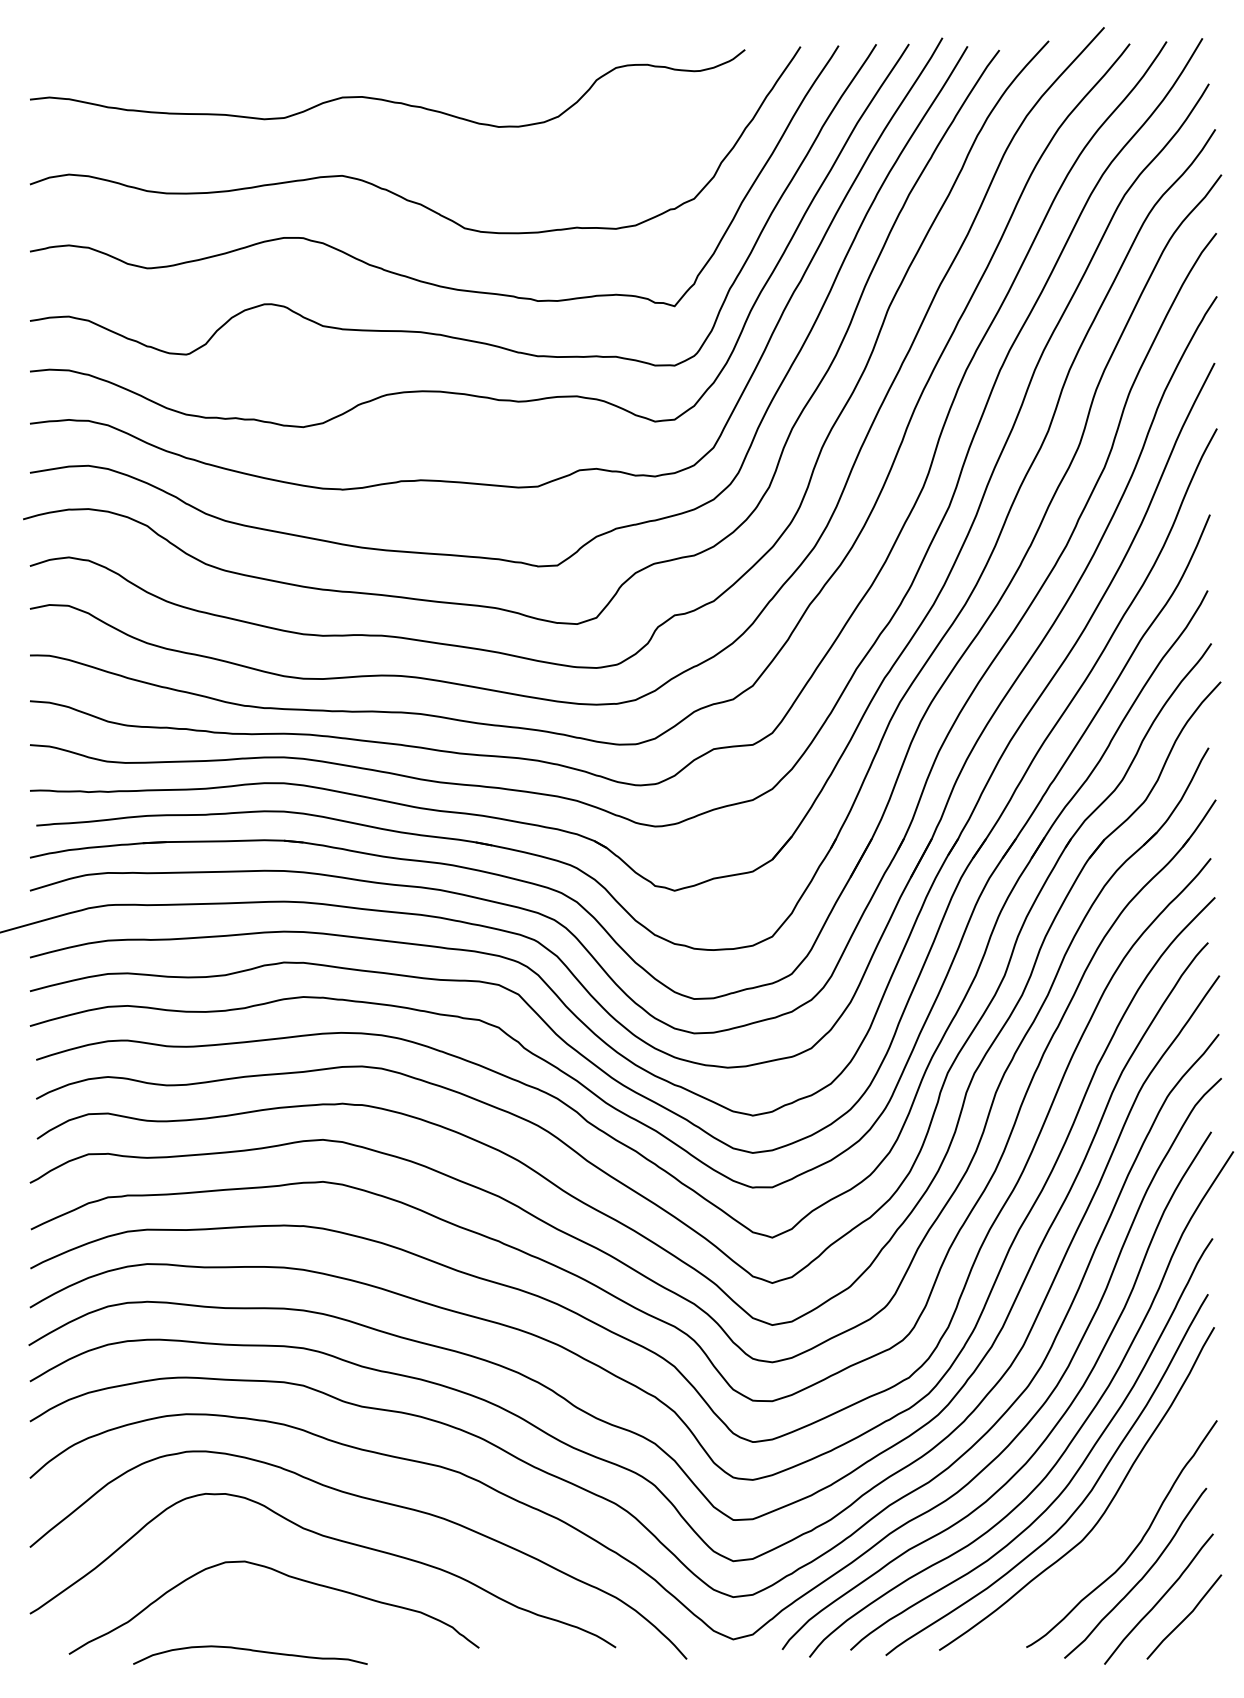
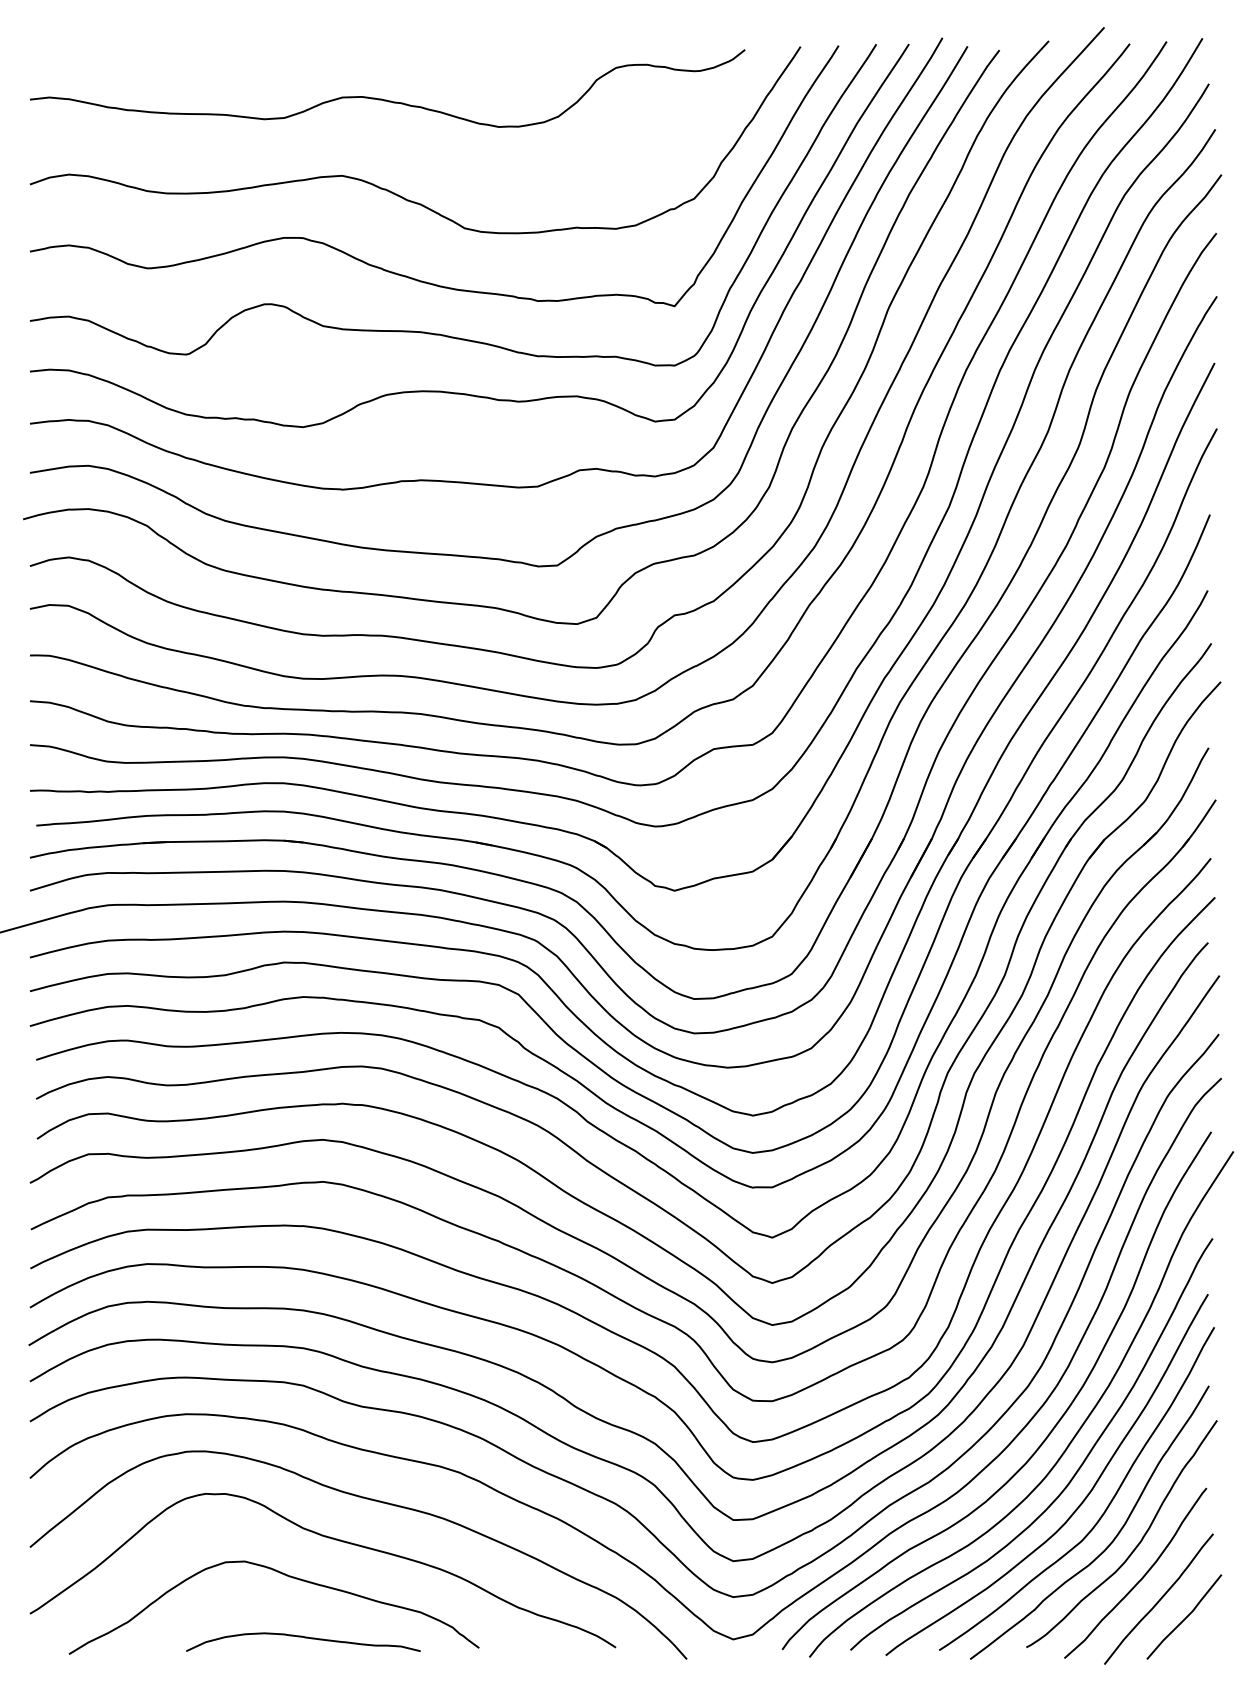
curve at (1113, 1538): none -> present
curve at (251, 1651) position: (251, 1651) -> (304, 1638)
